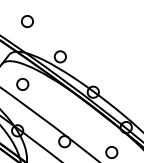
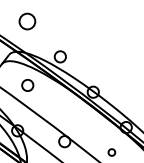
circle at (27, 21) size: 13x13 px -> 19x19 px
circle at (22, 84) position: (22, 84) -> (27, 85)
circle at (111, 152) size: 14x13 px -> 10x9 px
